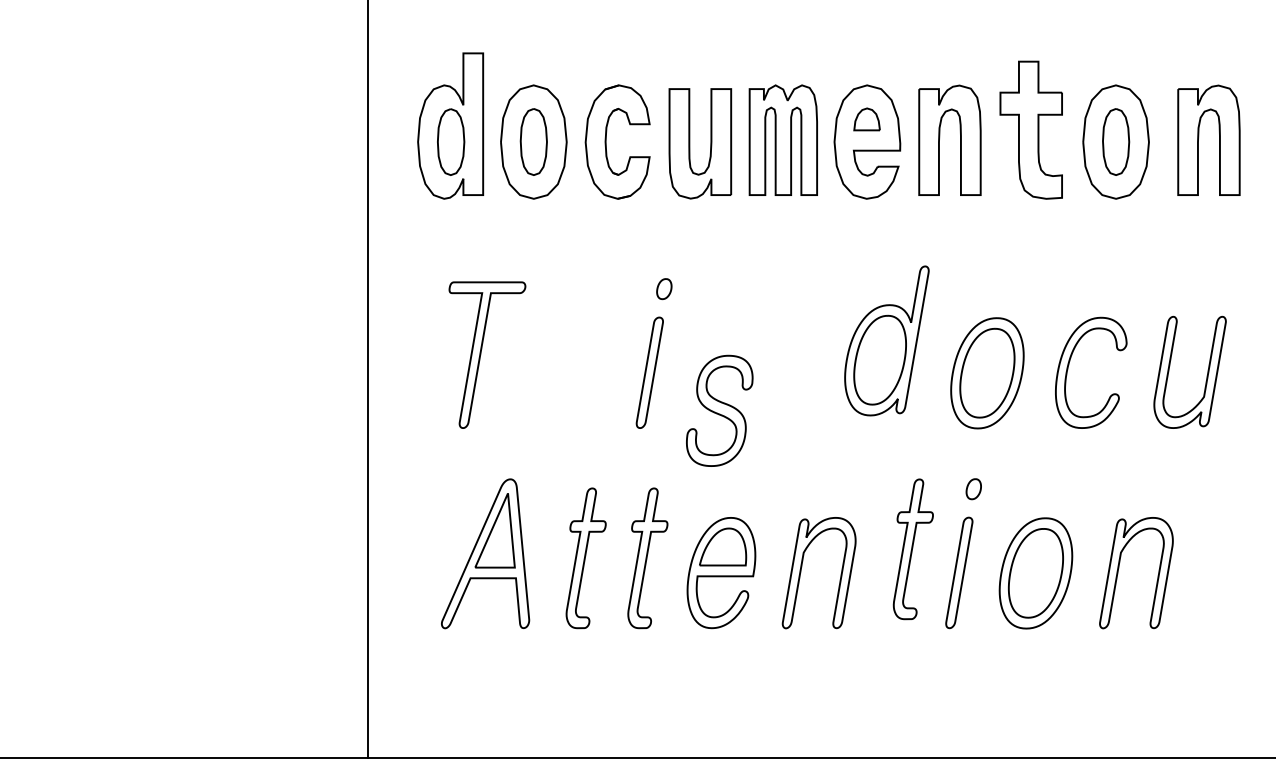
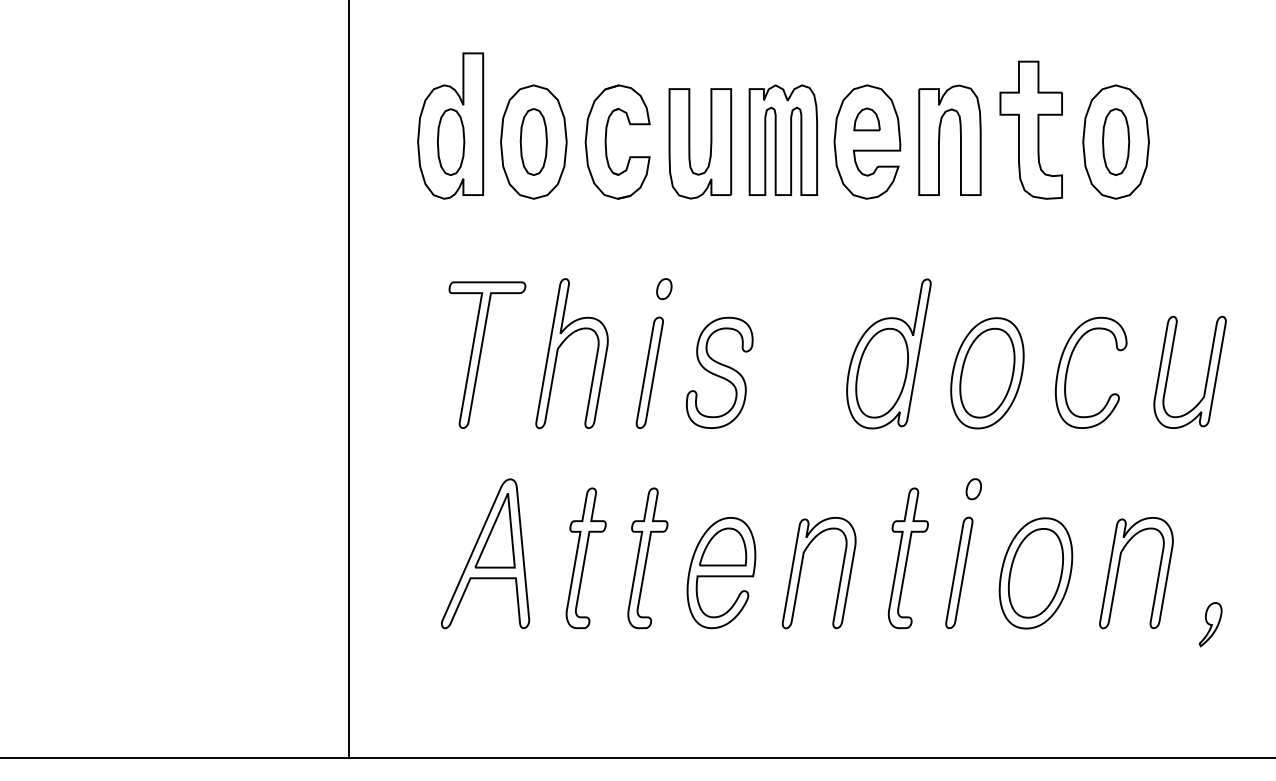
part at (1199, 137): present -> none
part at (886, 340) position: (886, 340) -> (888, 353)
part at (560, 347): none -> present
line at (368, 379) position: (368, 379) -> (349, 379)
part at (719, 410) position: (719, 410) -> (719, 372)
part at (912, 549) position: (912, 549) -> (907, 558)
part at (1210, 624): none -> present
